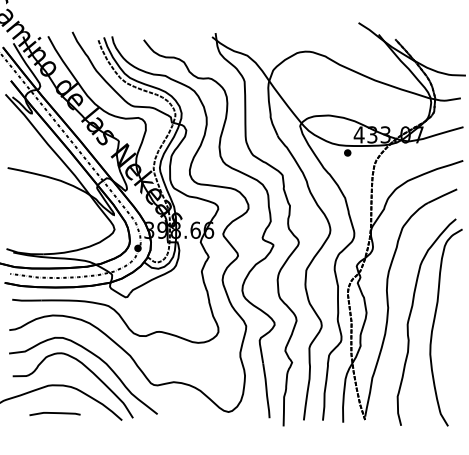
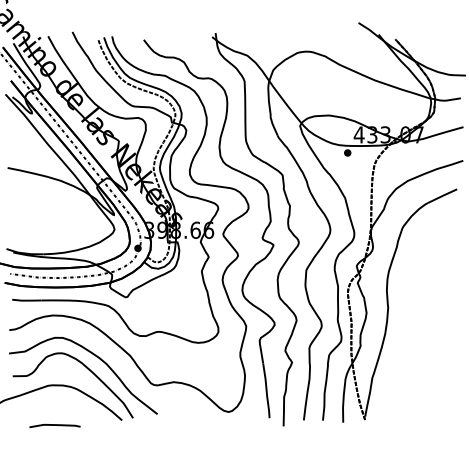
part at (429, 322): present -> none
curve at (54, 413) position: (54, 413) -> (54, 425)
